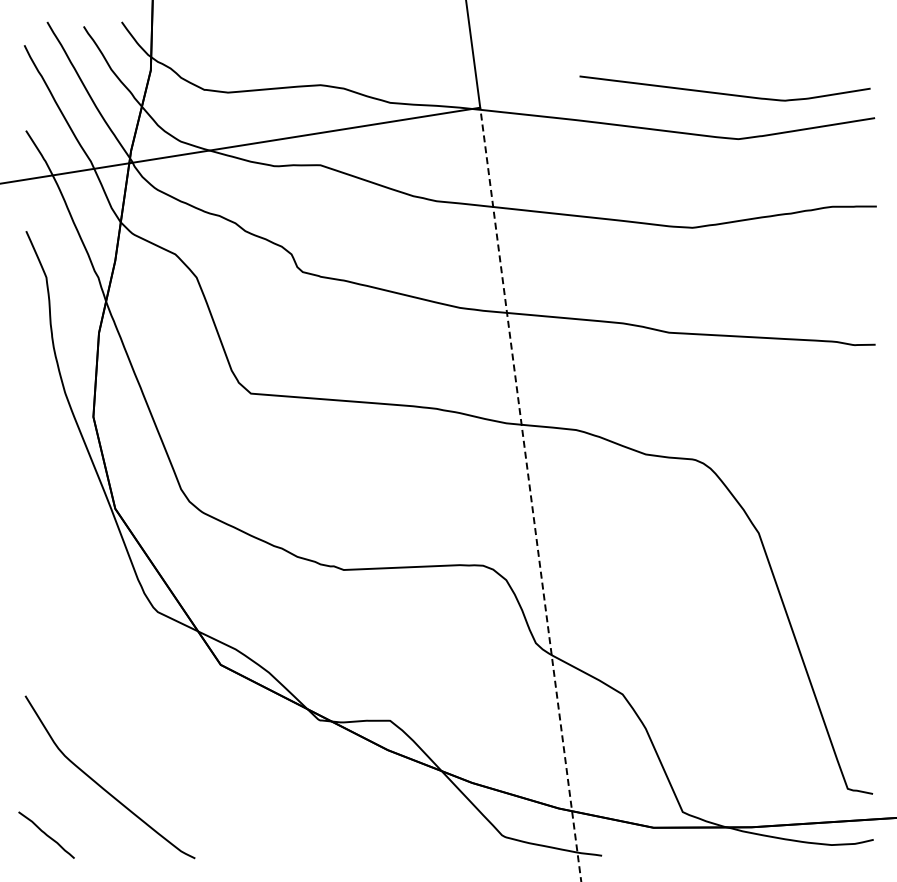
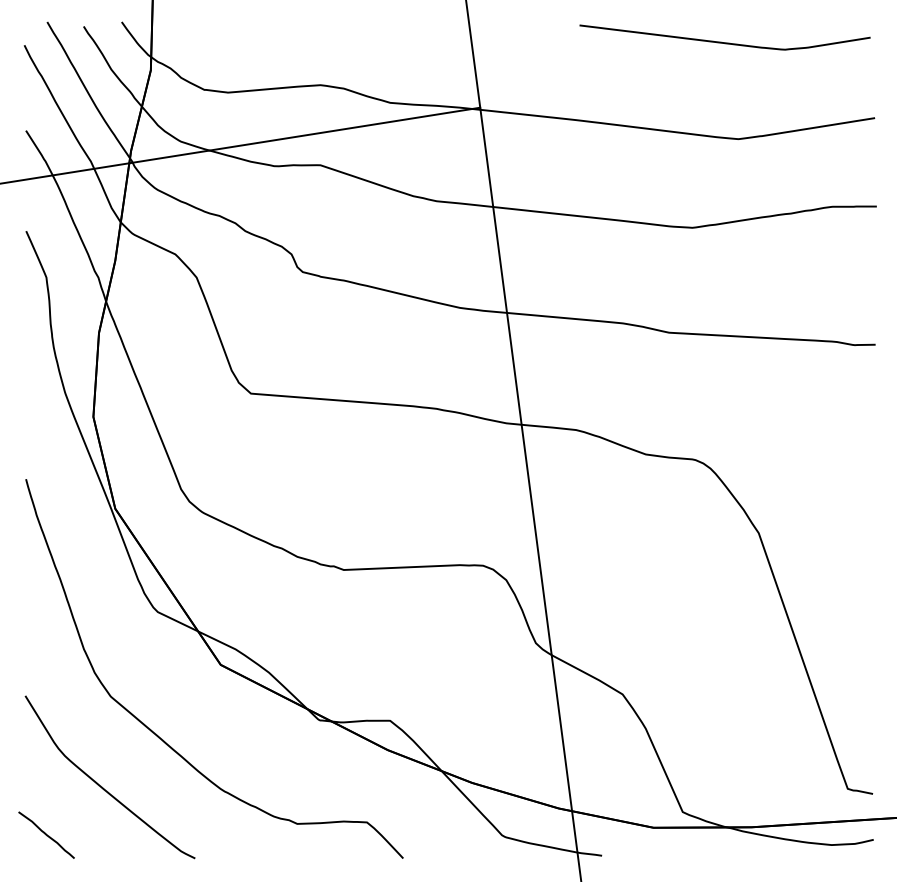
curve at (721, 92) position: (721, 92) -> (721, 41)
line at (530, 494): dashed -> solid
curve at (156, 733): none -> present
